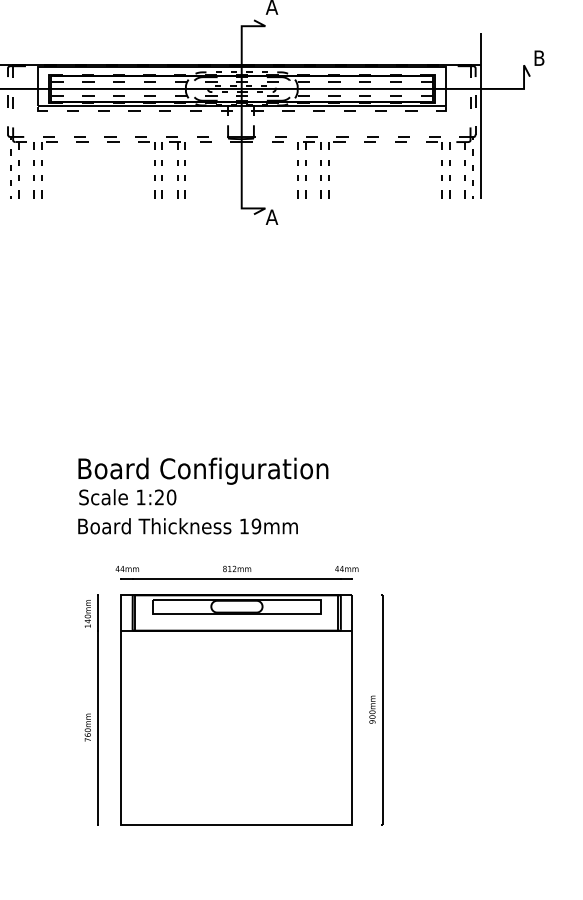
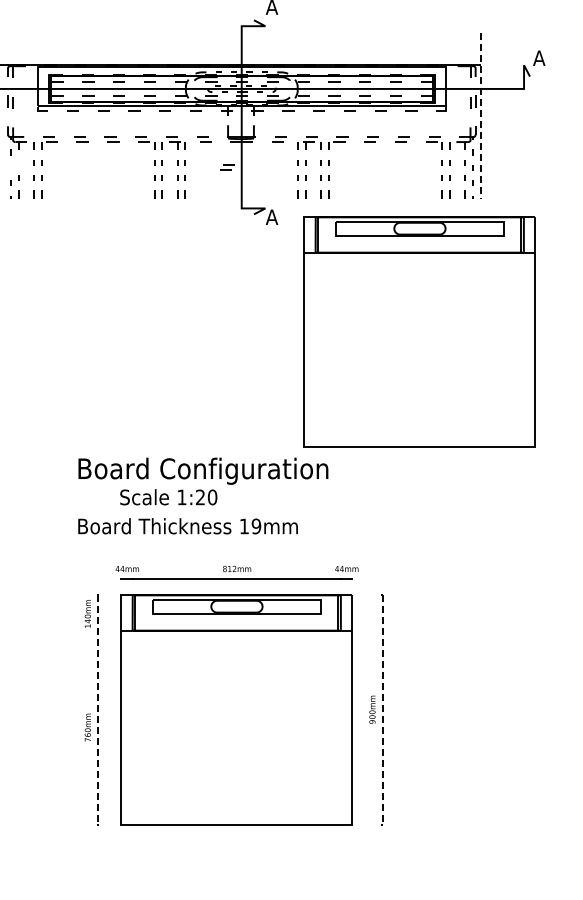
text at (539, 57): B -> A
line at (480, 116): solid -> dashed
part at (14, 165): present -> none
part at (227, 167): none -> present
part at (419, 331): none -> present
text at (127, 497) position: (127, 497) -> (168, 497)
line at (97, 709): solid -> dashed
line at (382, 710): solid -> dashed
